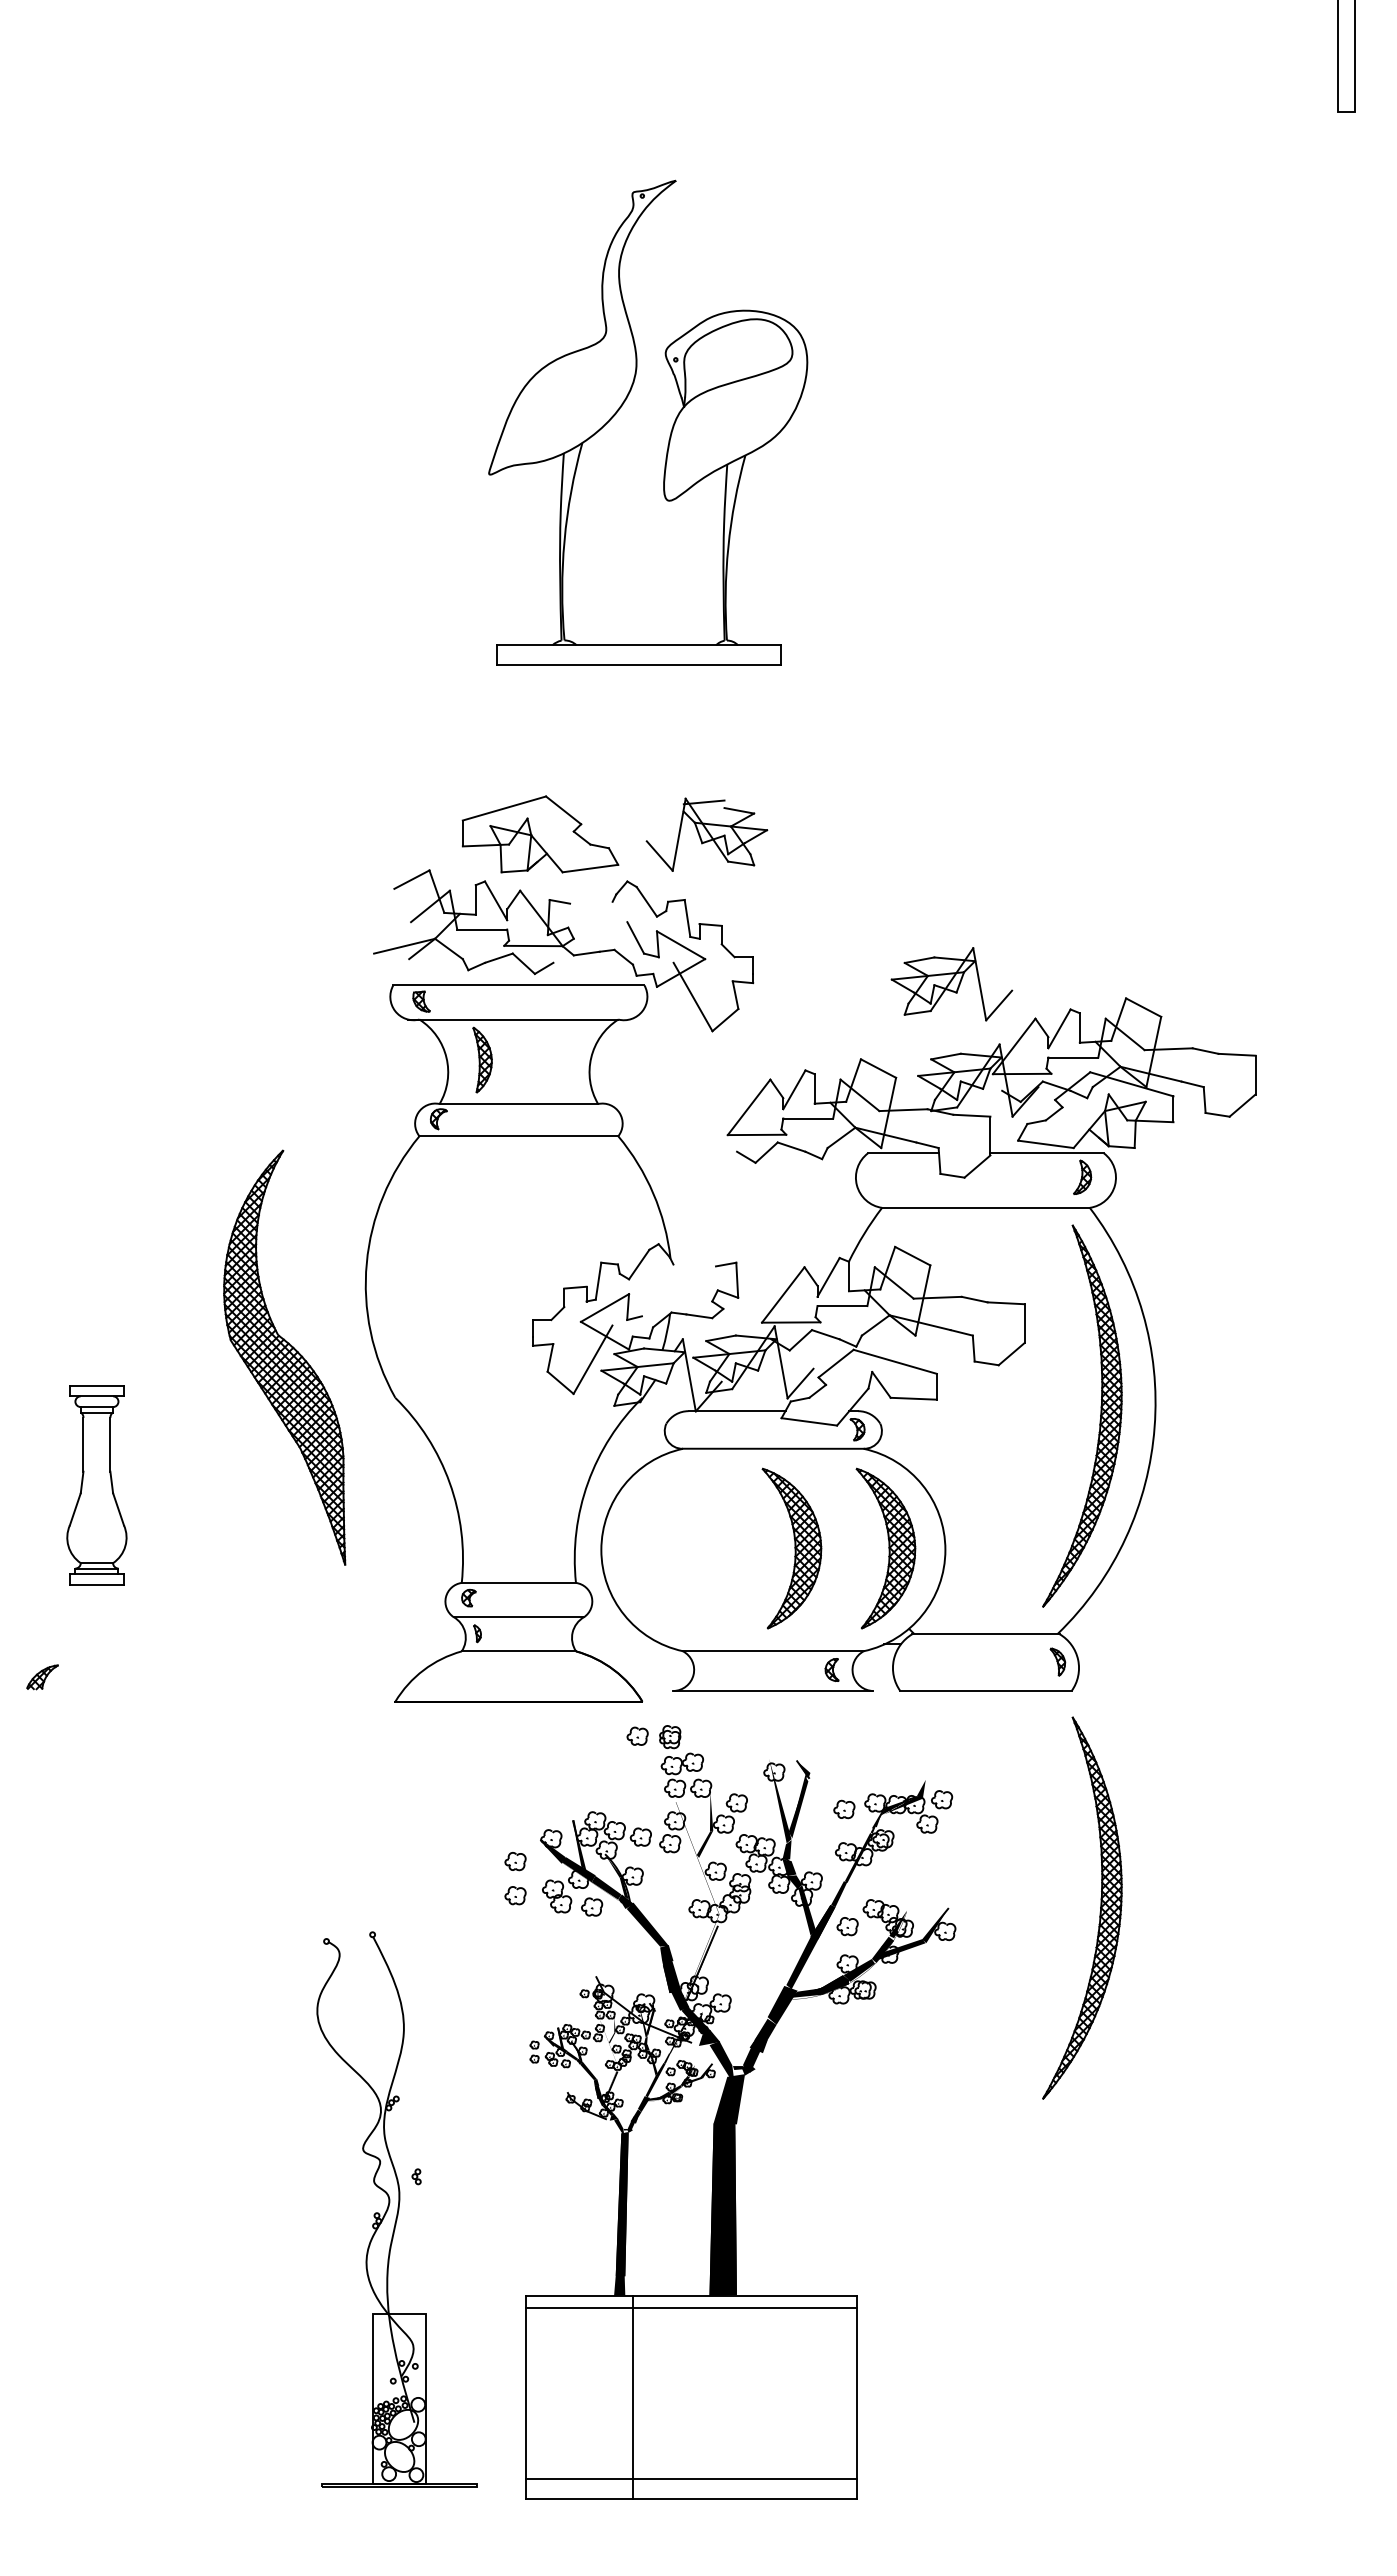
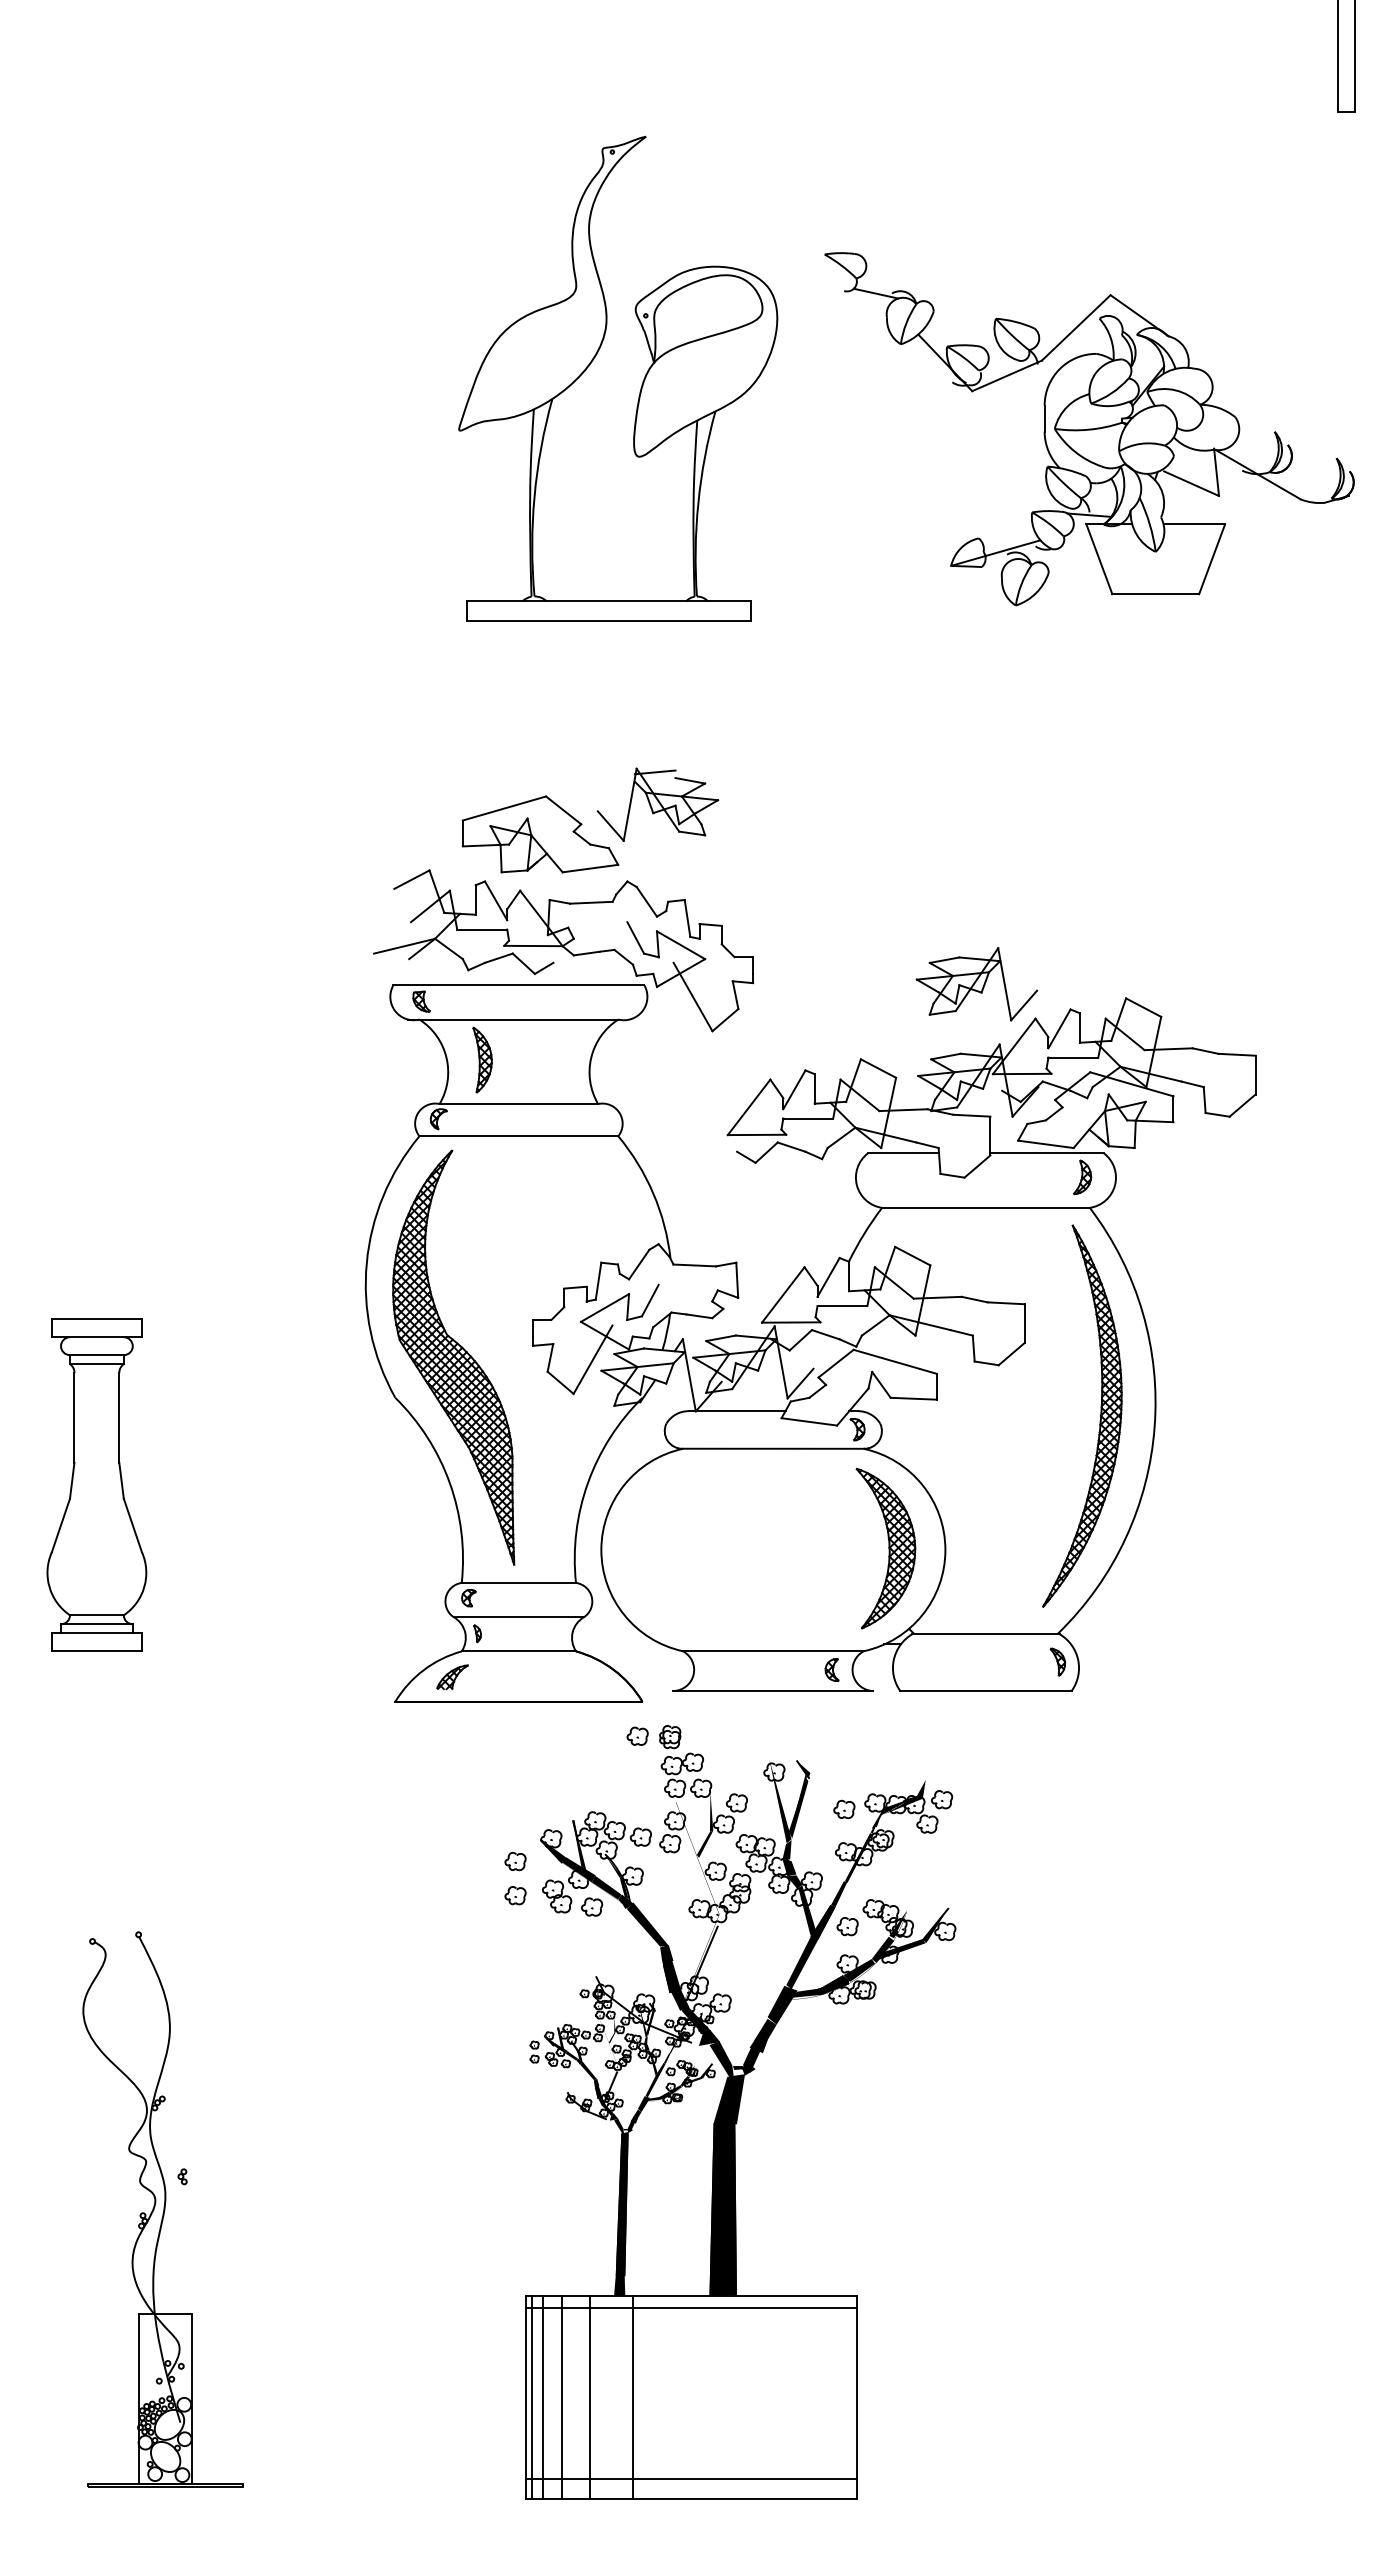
part at (671, 428) position: (671, 428) -> (641, 384)
part at (1089, 429): none -> present
part at (706, 834) position: (706, 834) -> (657, 804)
line at (591, 902): none -> present
part at (951, 984) position: (951, 984) -> (976, 984)
line at (694, 1265): none -> present
line at (649, 1300): none -> present
part at (284, 1357) position: (284, 1357) -> (453, 1357)
part at (96, 1485) size: 62x201 px -> 102x334 px
part at (791, 1548): present -> none
part at (42, 1677) position: (42, 1677) -> (452, 1677)
part at (1099, 1912): present -> none
part at (396, 2209) position: (396, 2209) -> (162, 2209)
line at (531, 2397): none -> present
line at (542, 2397): none -> present
line at (561, 2397): none -> present
line at (590, 2397): none -> present
